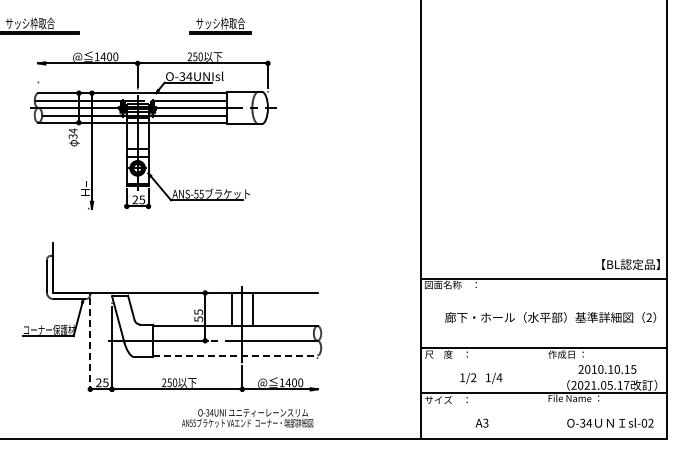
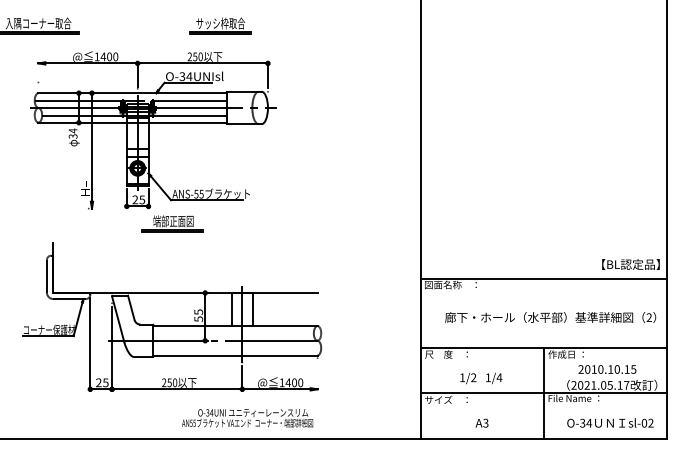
text at (38, 23): サッシ枠取合 -> 入隅コーナー取合
part at (172, 223): none -> present
line at (90, 345): dashed -> solid
line at (236, 355): dashed -> solid
line at (544, 393): none -> present
